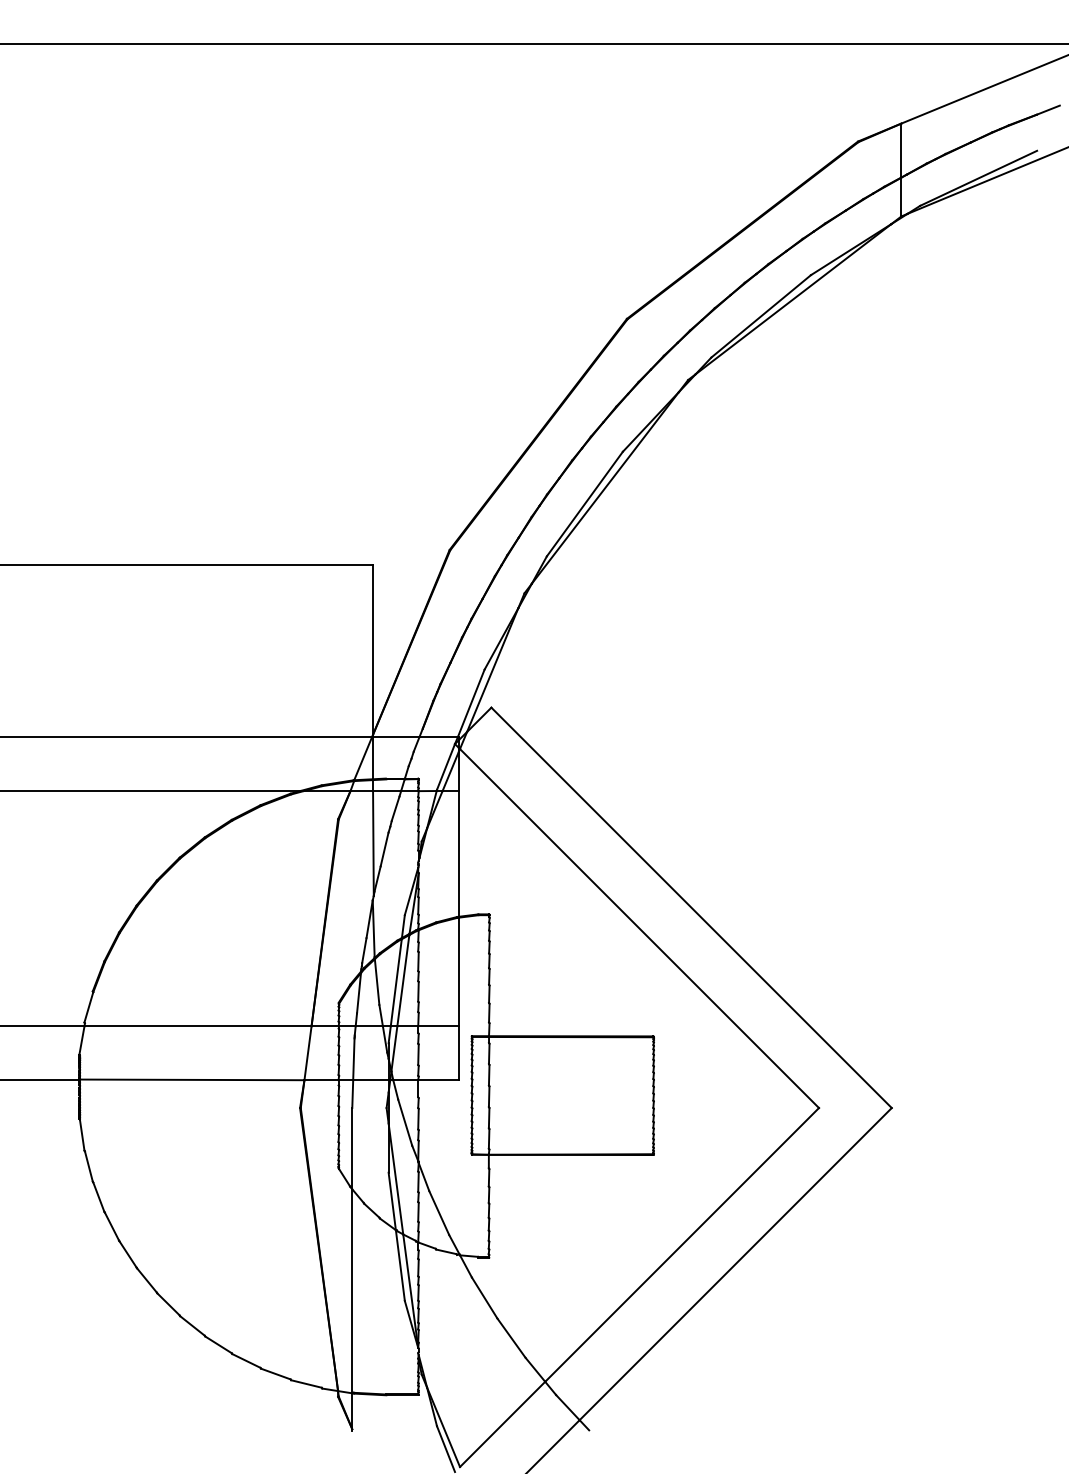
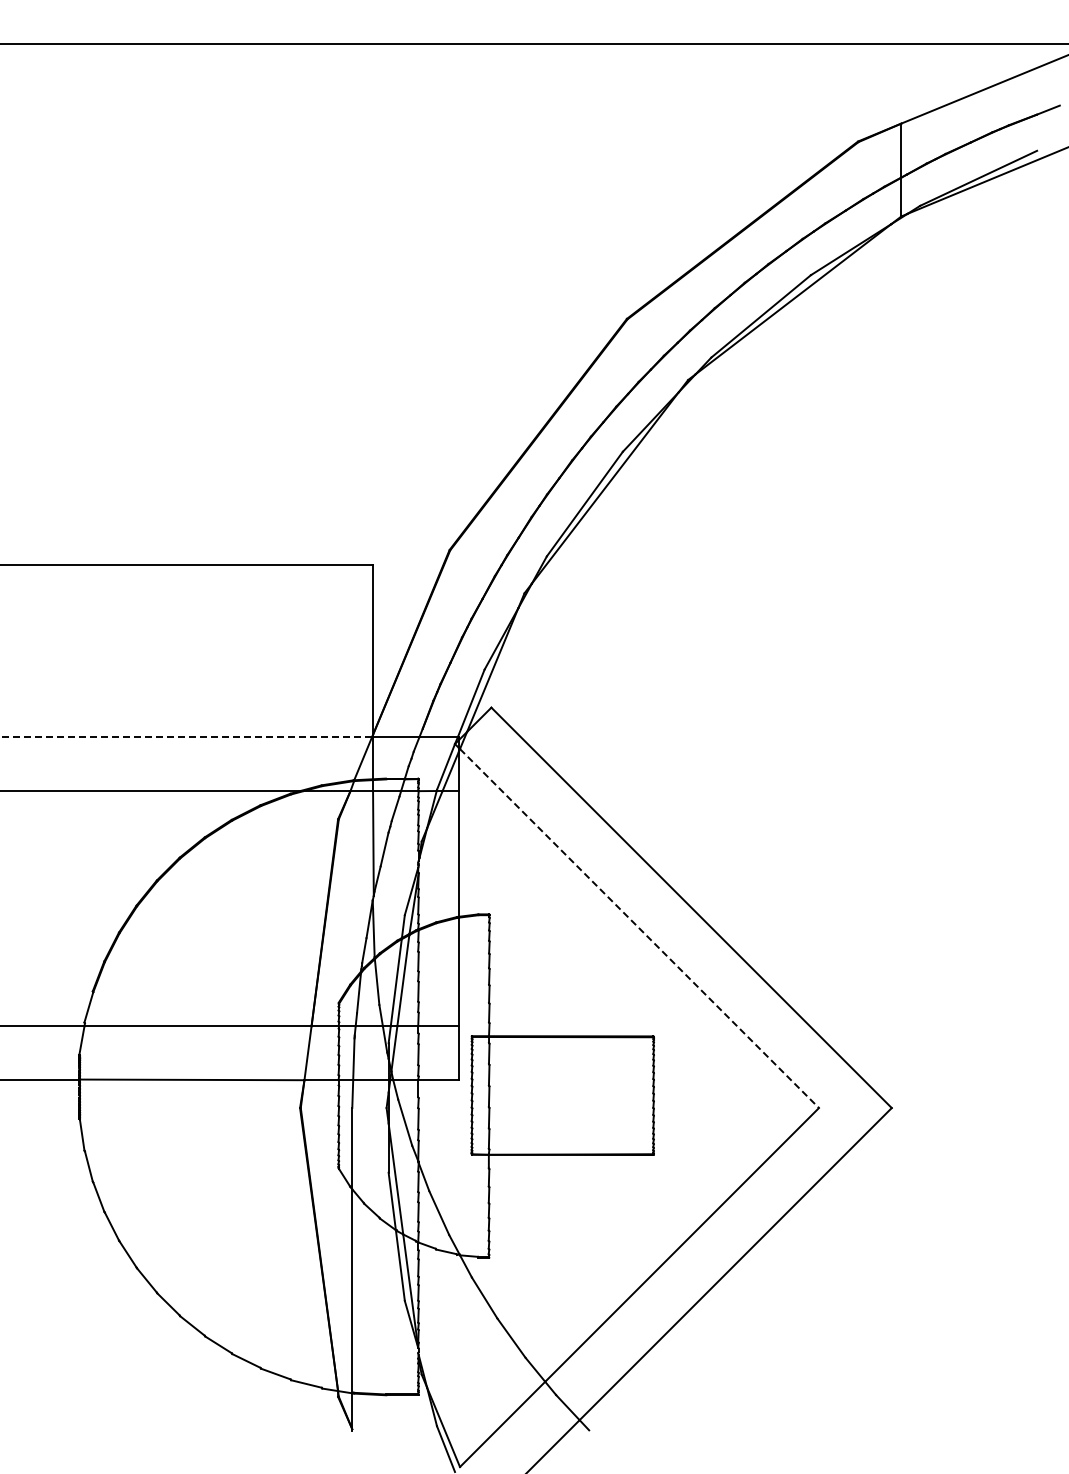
line at (186, 737): solid -> dashed
line at (639, 928): solid -> dashed
